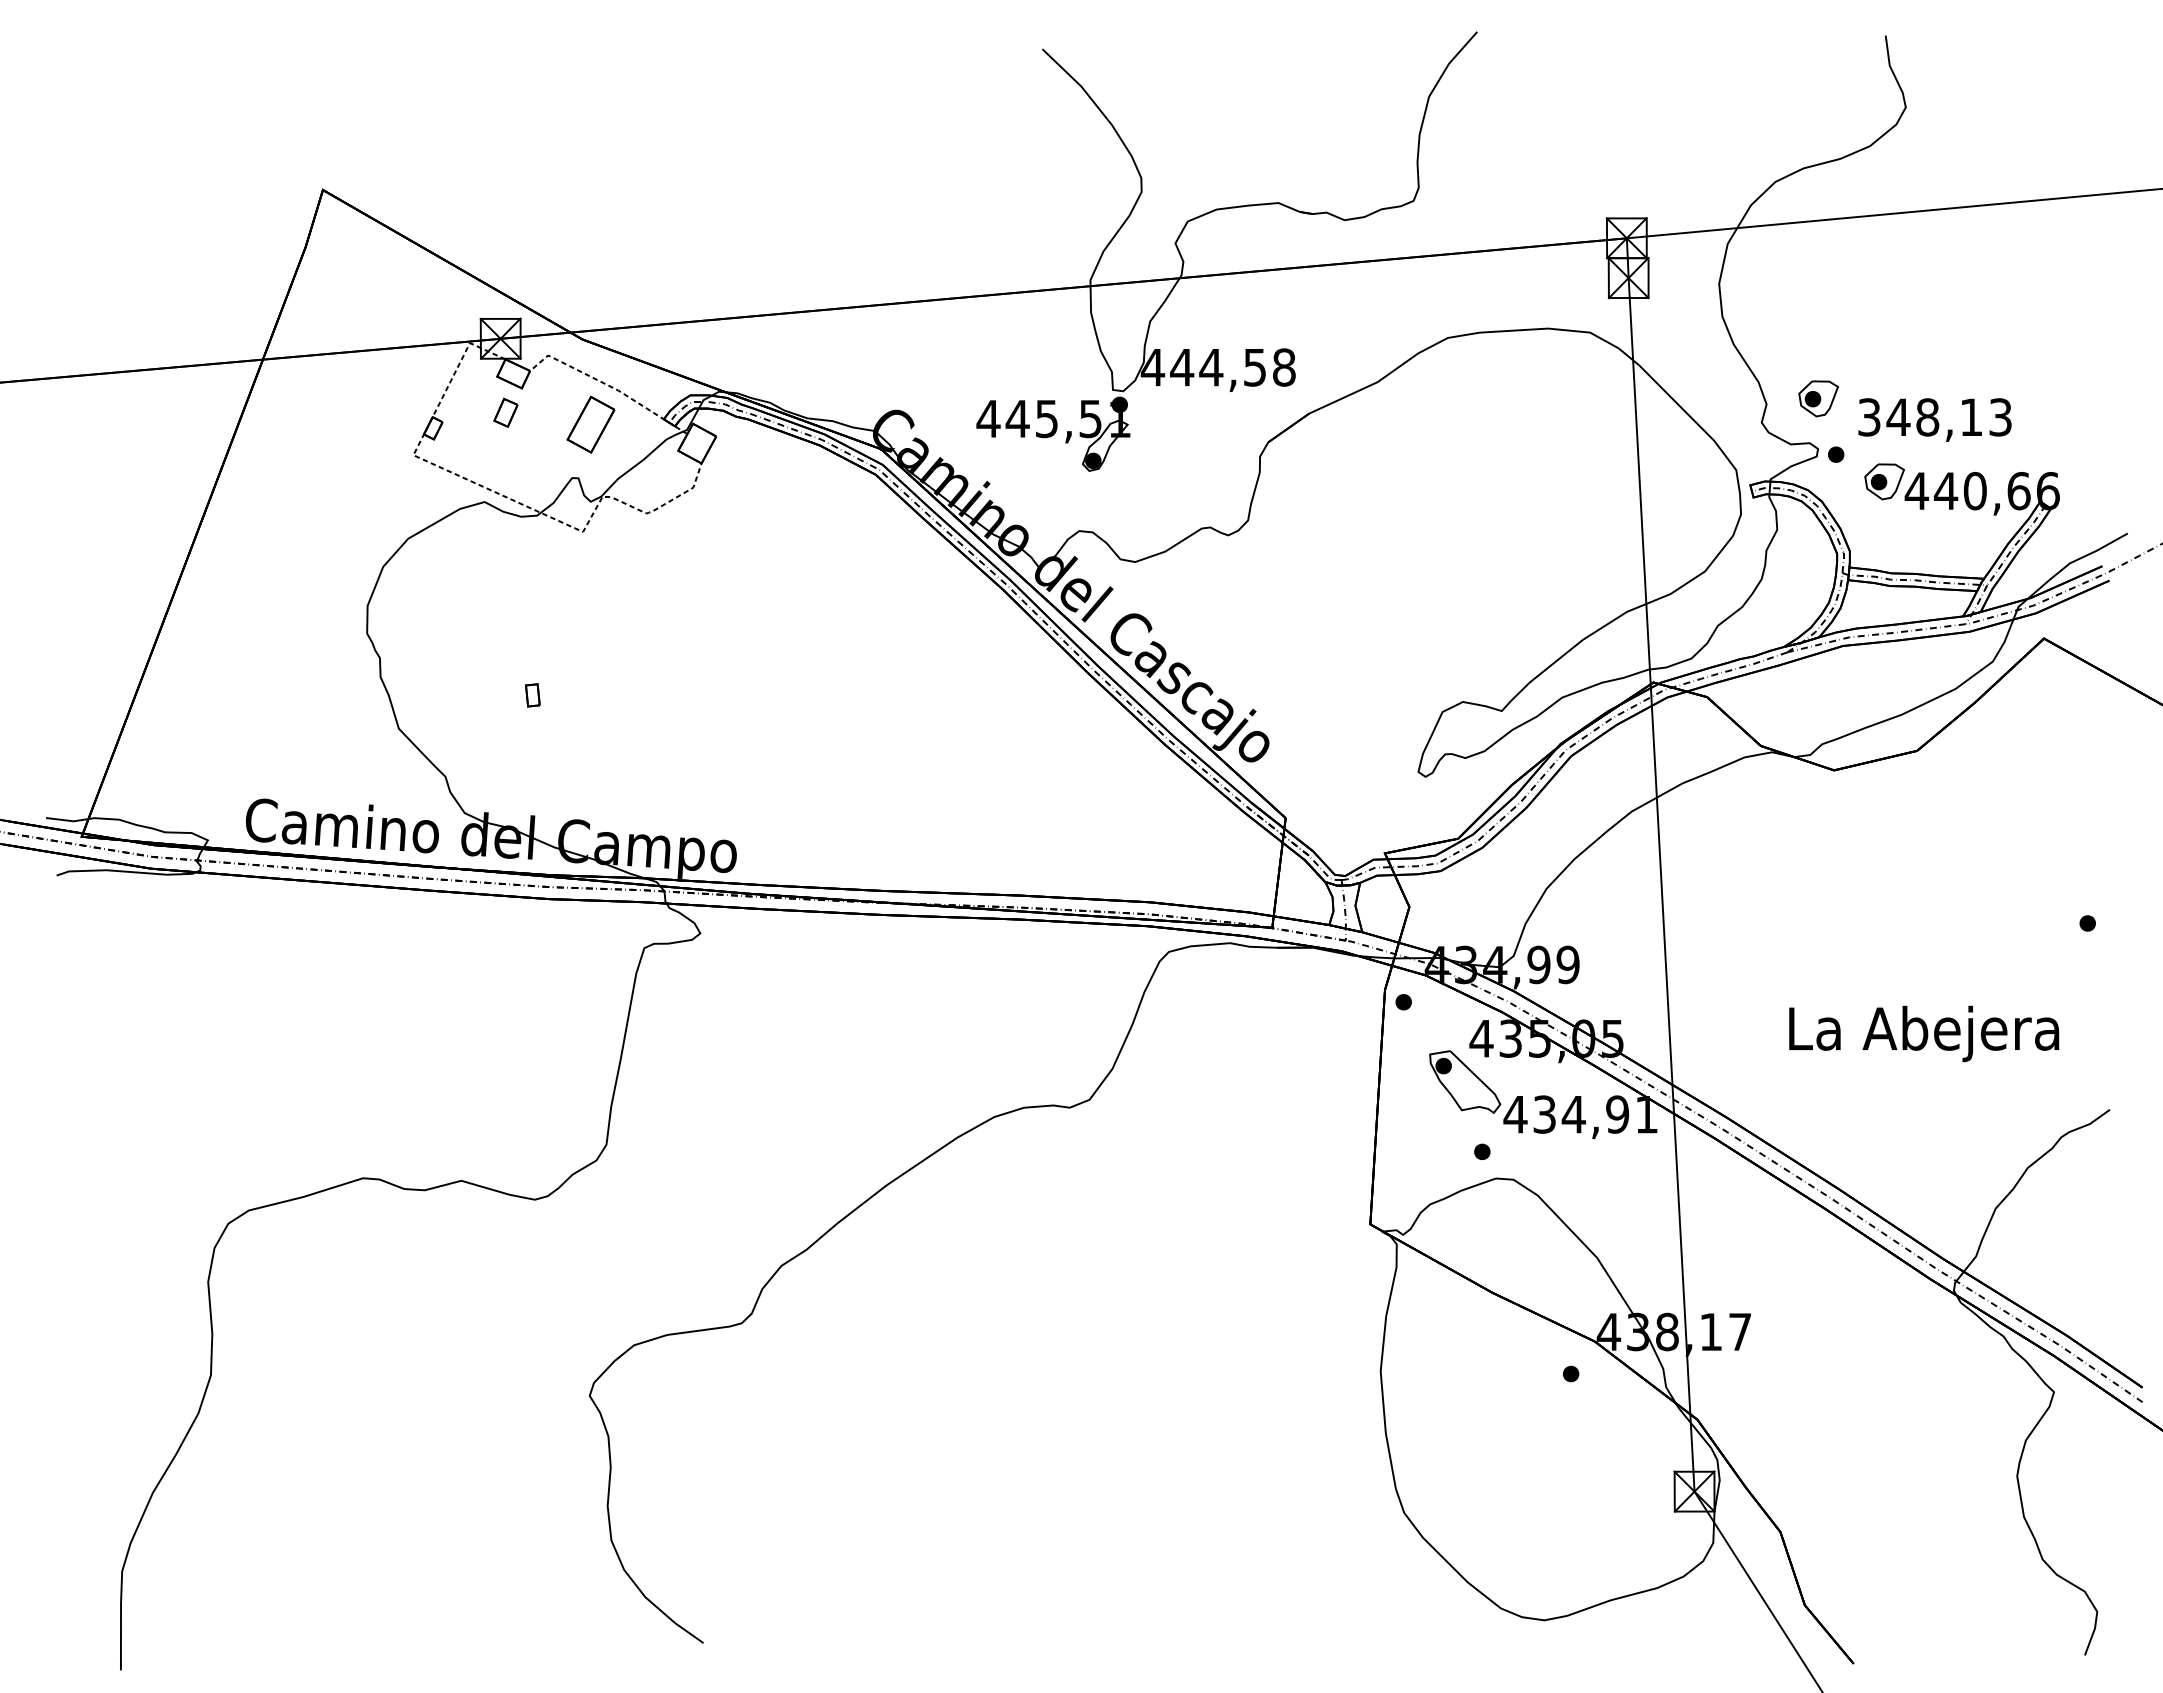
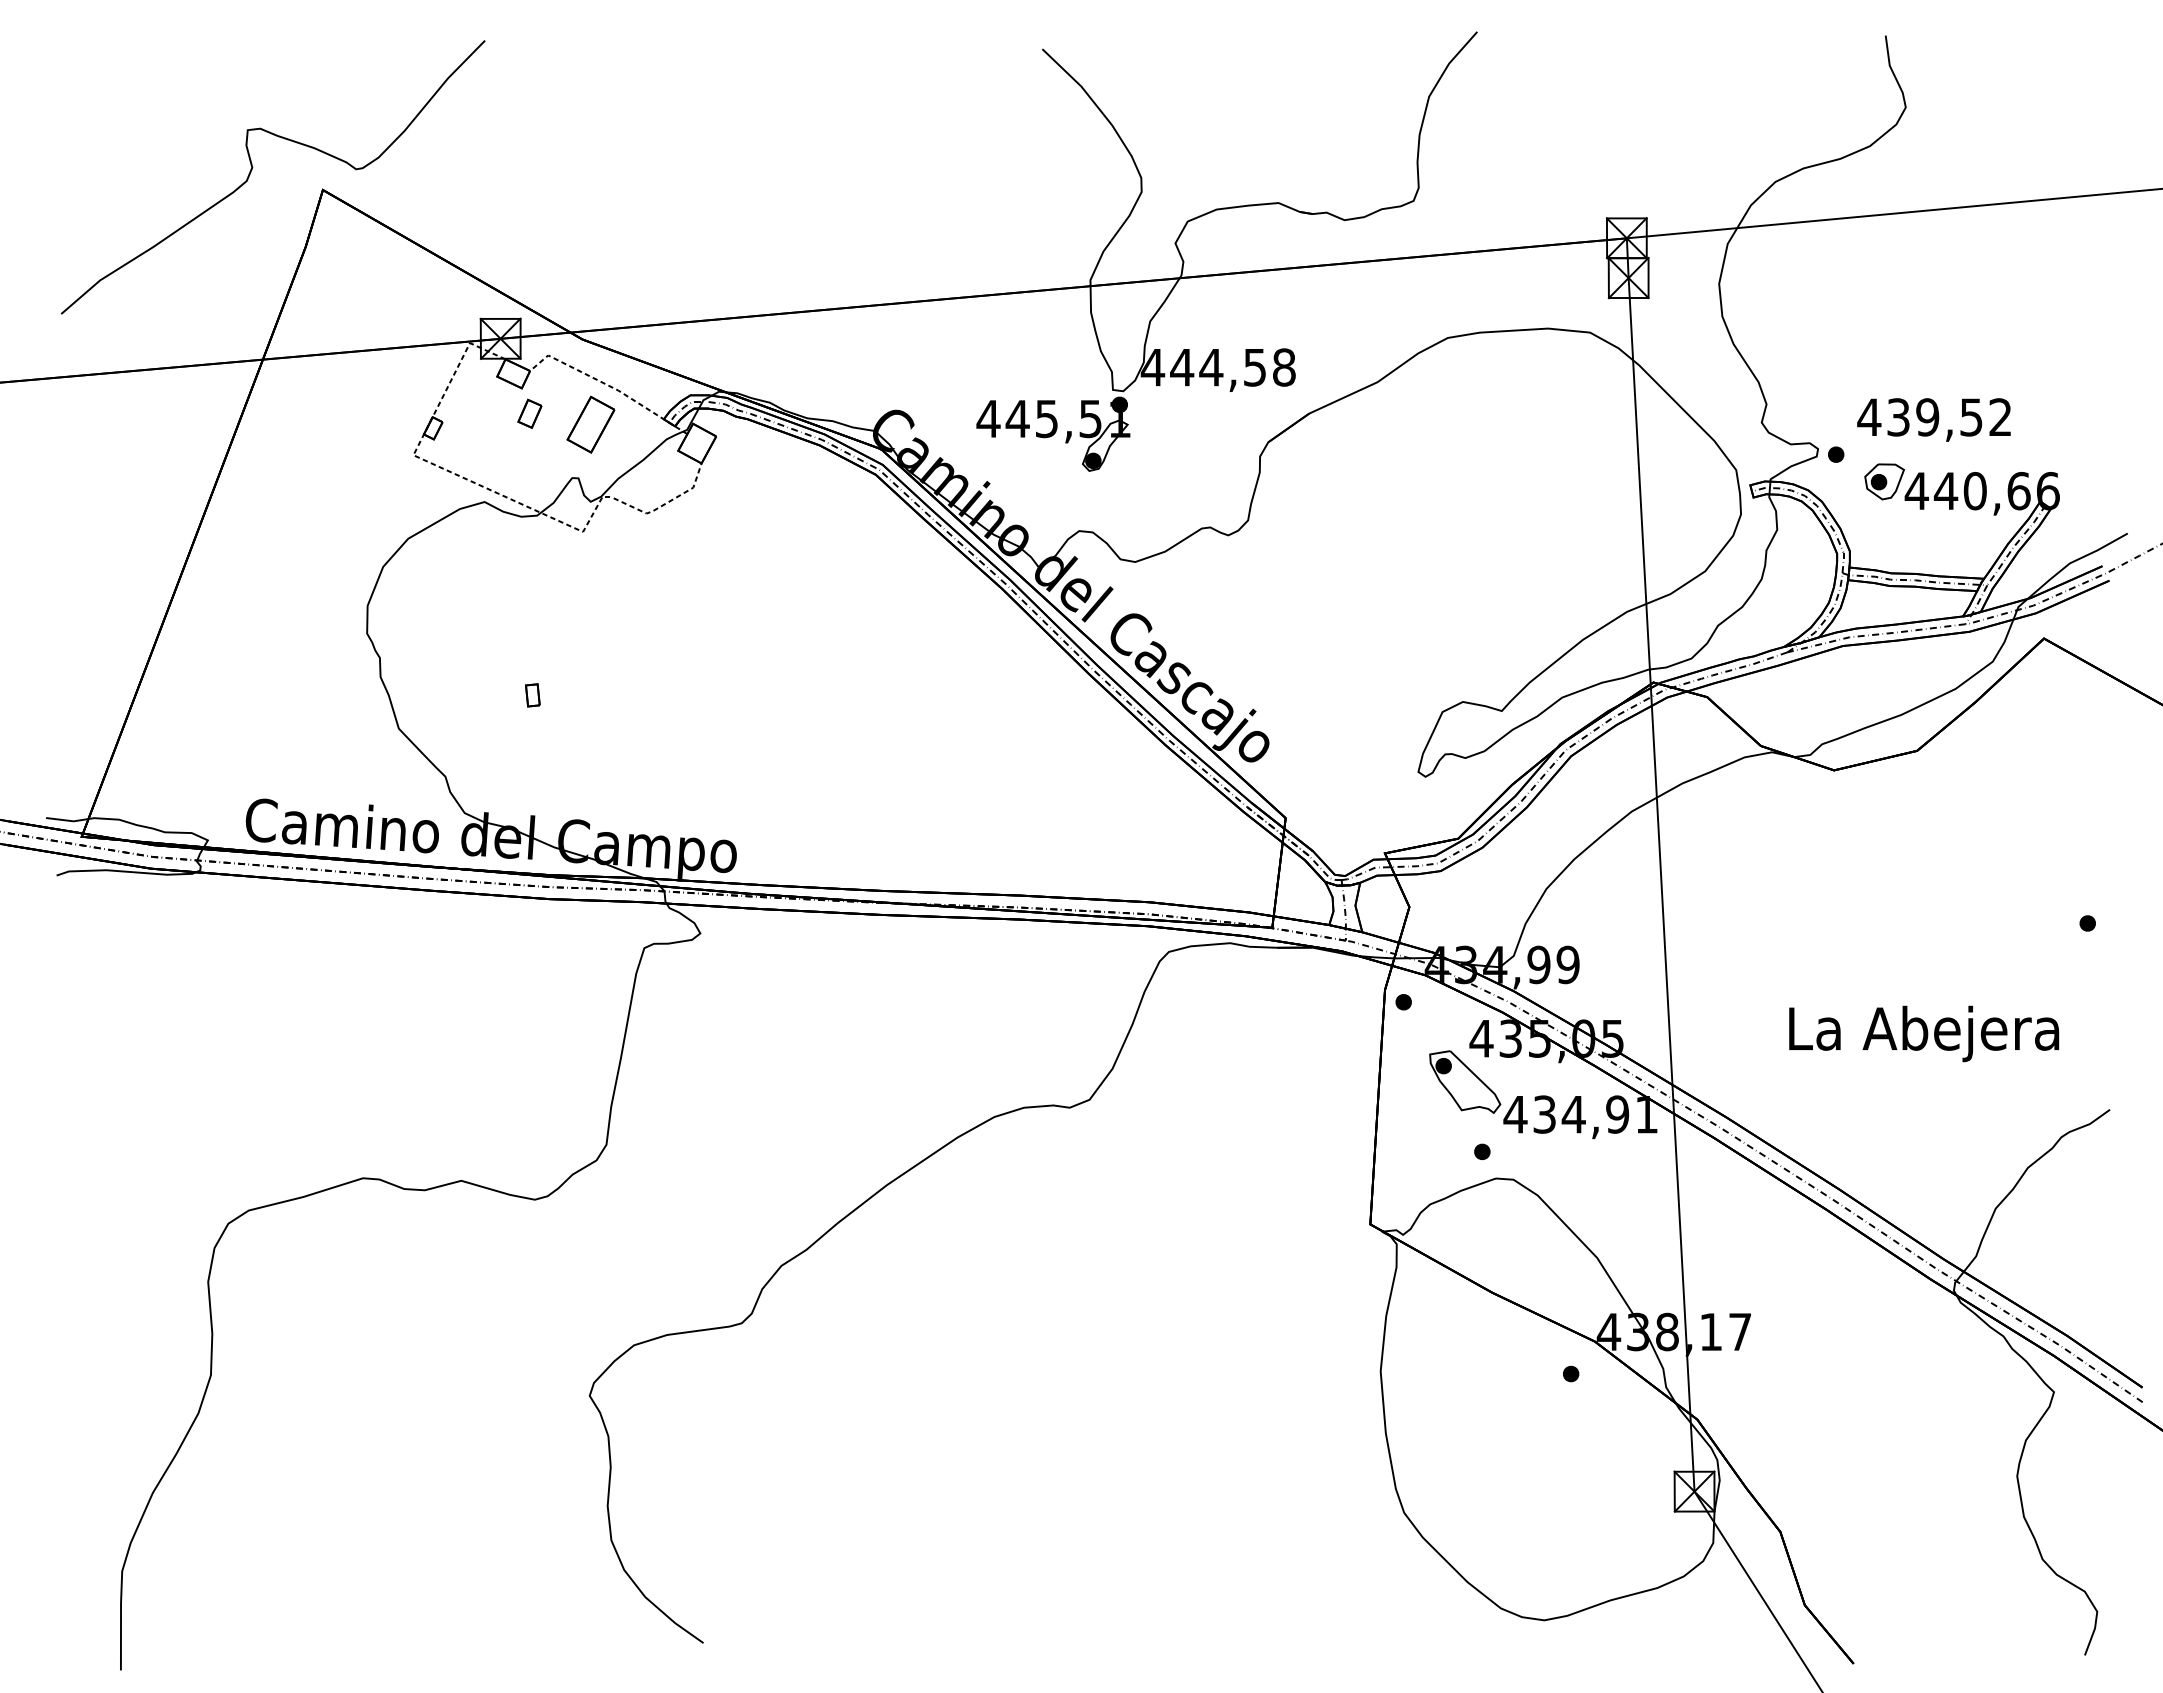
curve at (252, 170): none -> present
part at (1818, 398): present -> none
part at (505, 412) position: (505, 412) -> (529, 413)
text at (1934, 417): 348,13 -> 439,52
